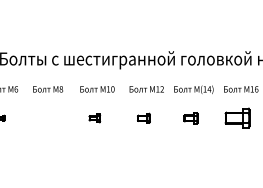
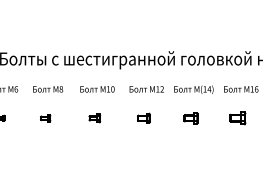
part at (237, 117) size: 27x22 px -> 18x15 px
part at (45, 118): none -> present
